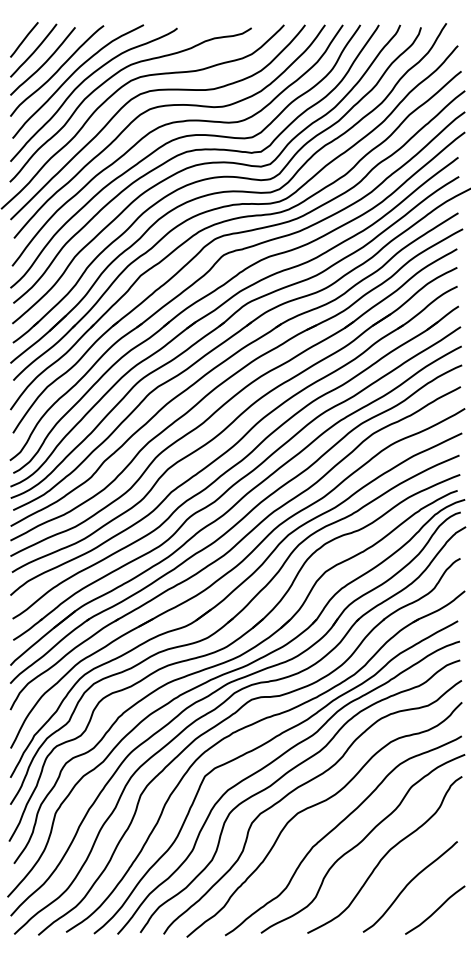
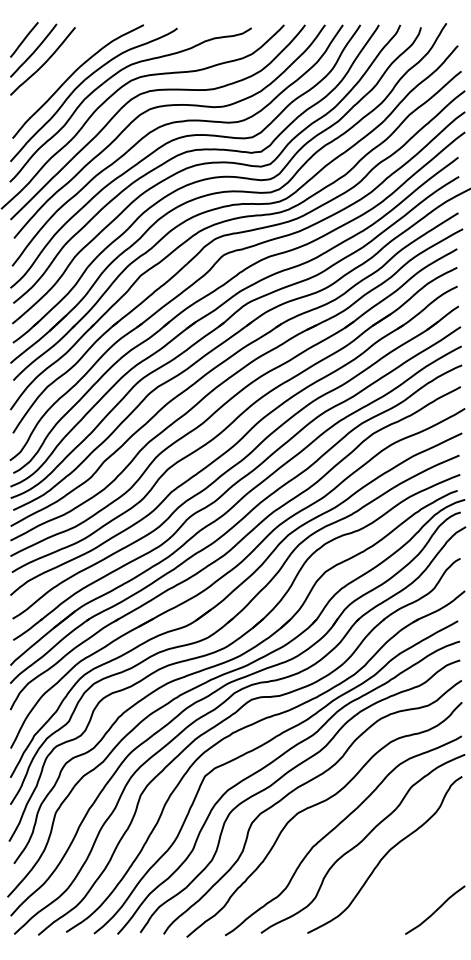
curve at (57, 70): present -> none
curve at (408, 885): present -> none
